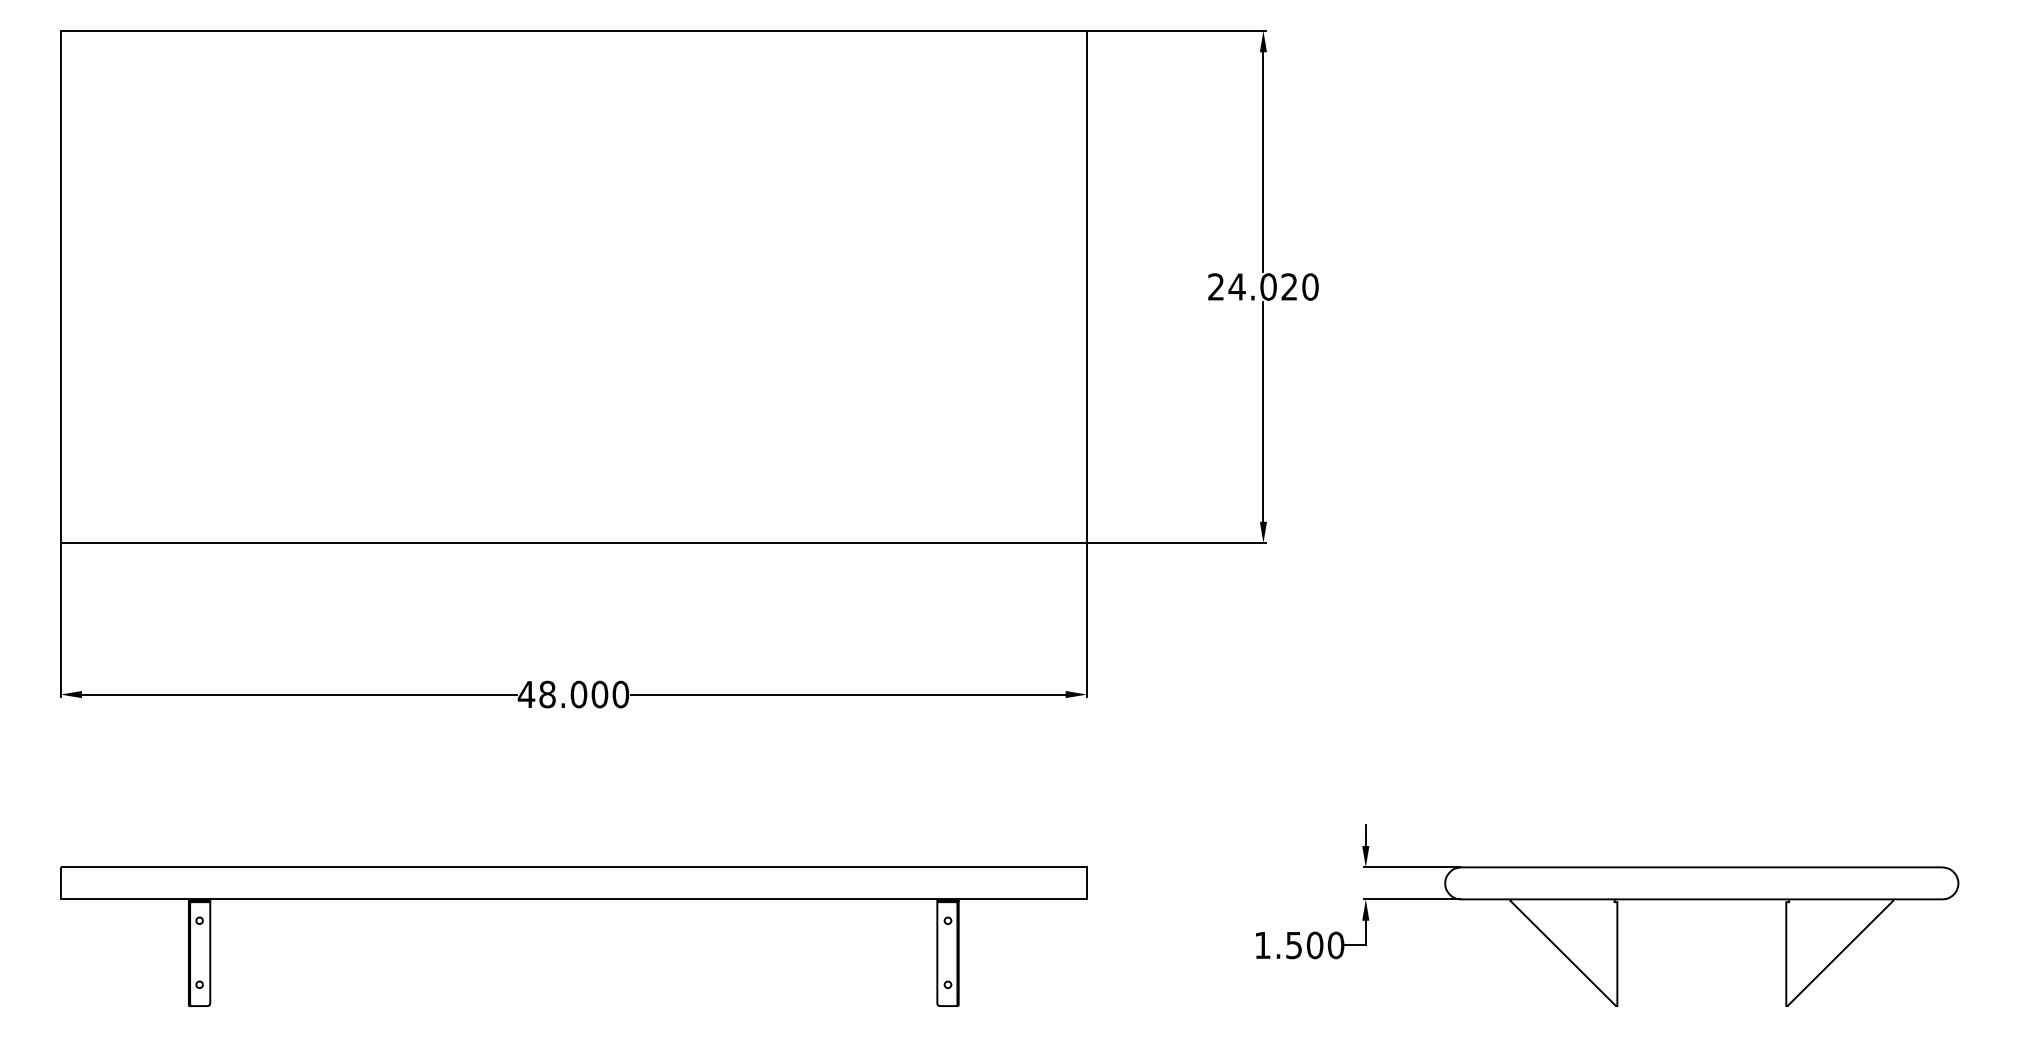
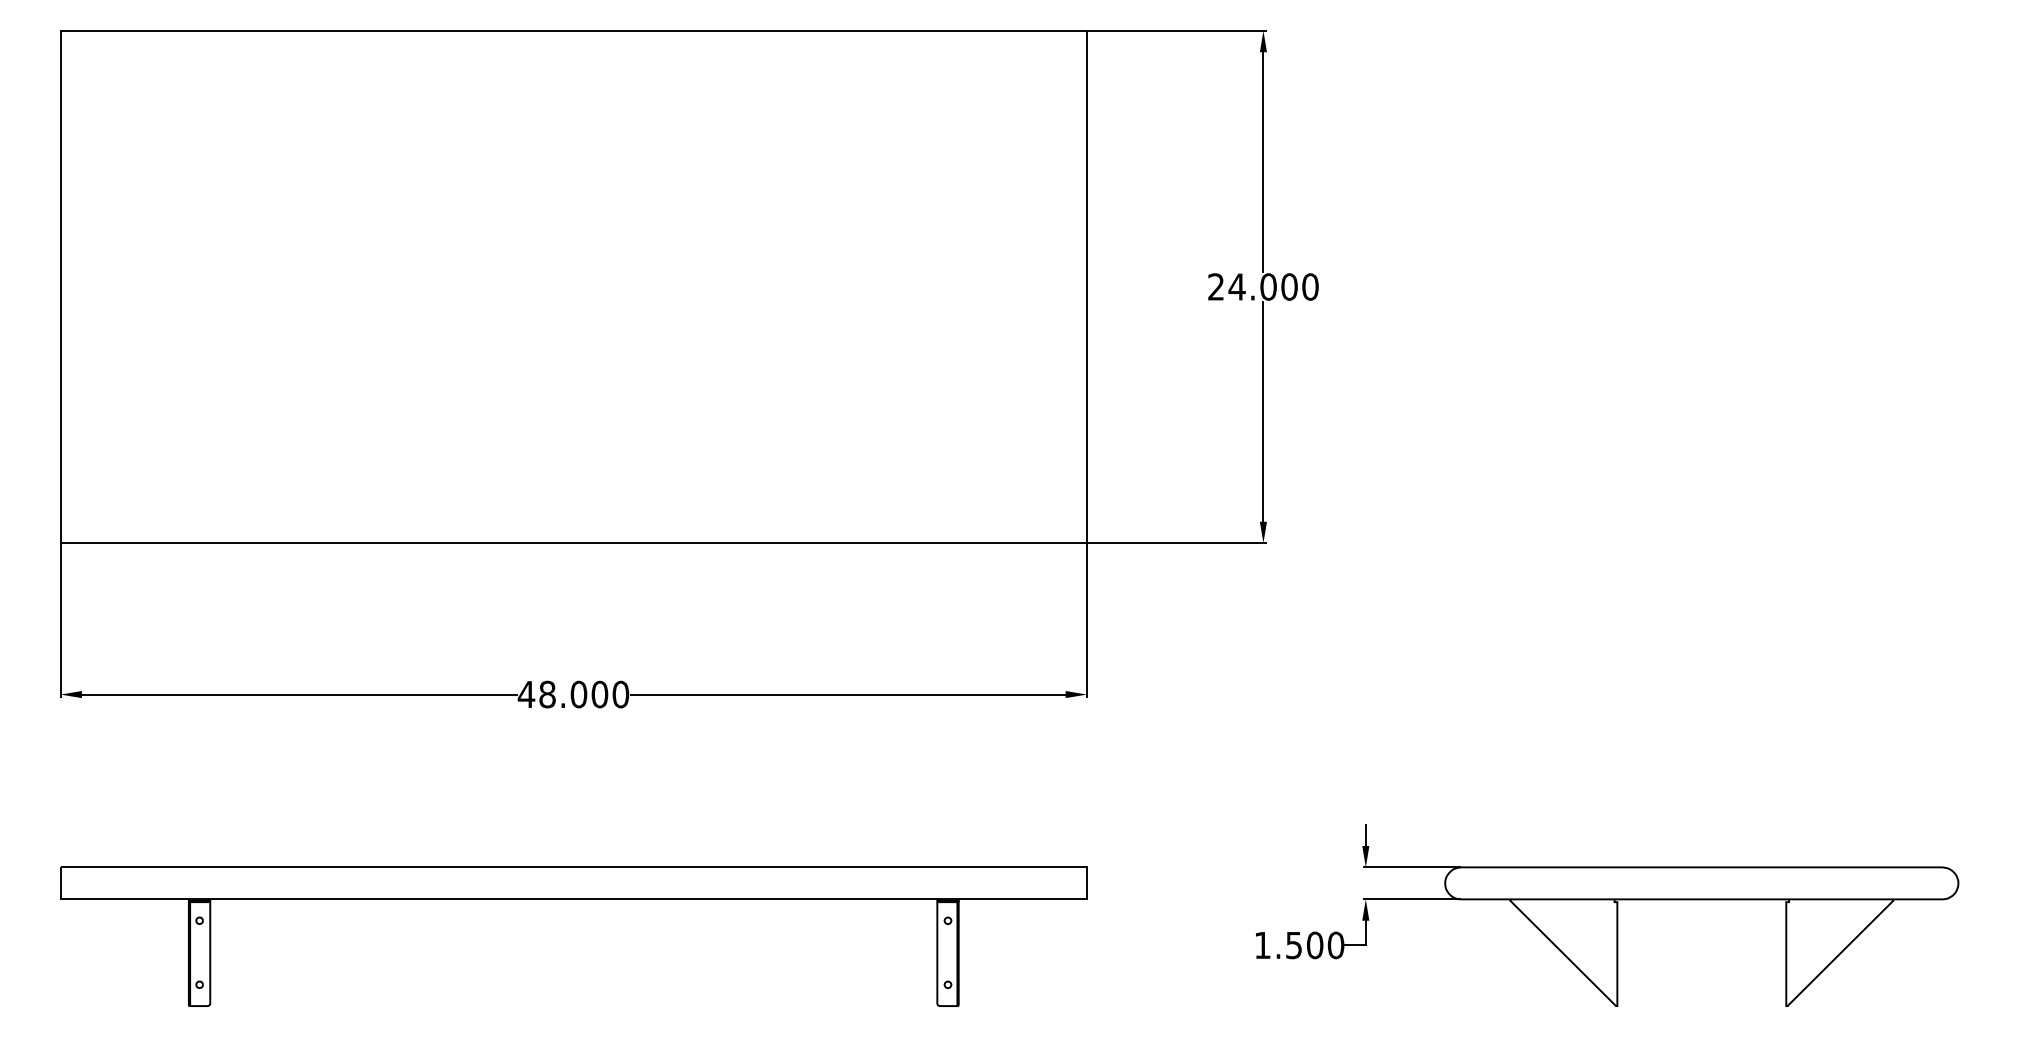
text at (1289, 286): 24.020 -> 24.000
